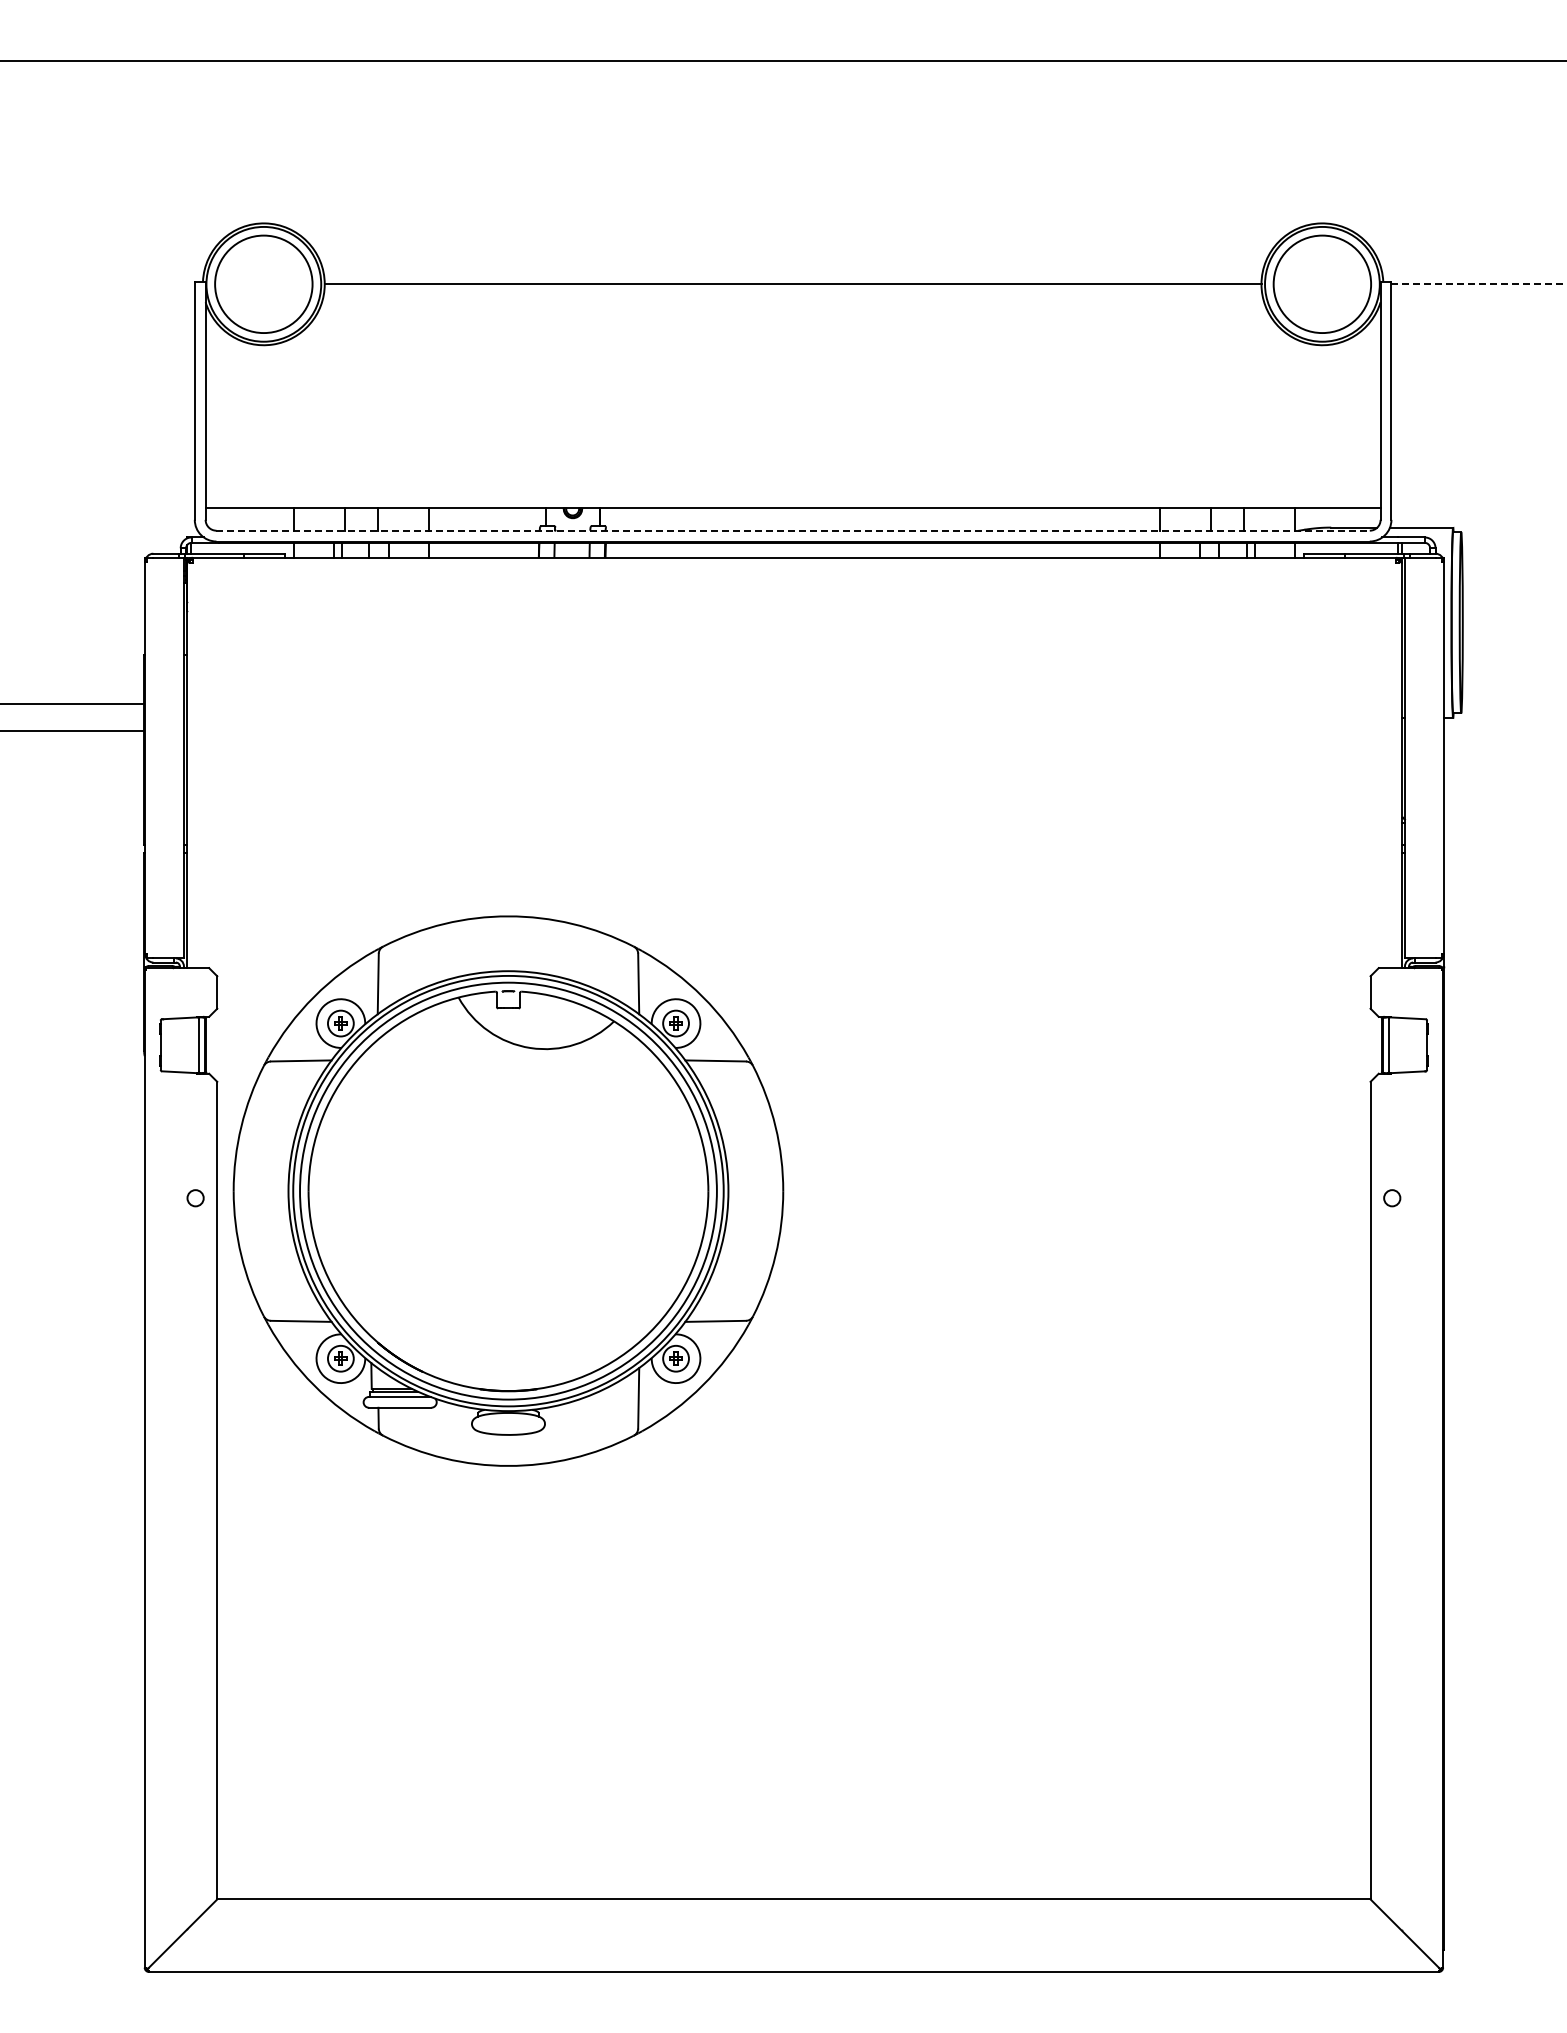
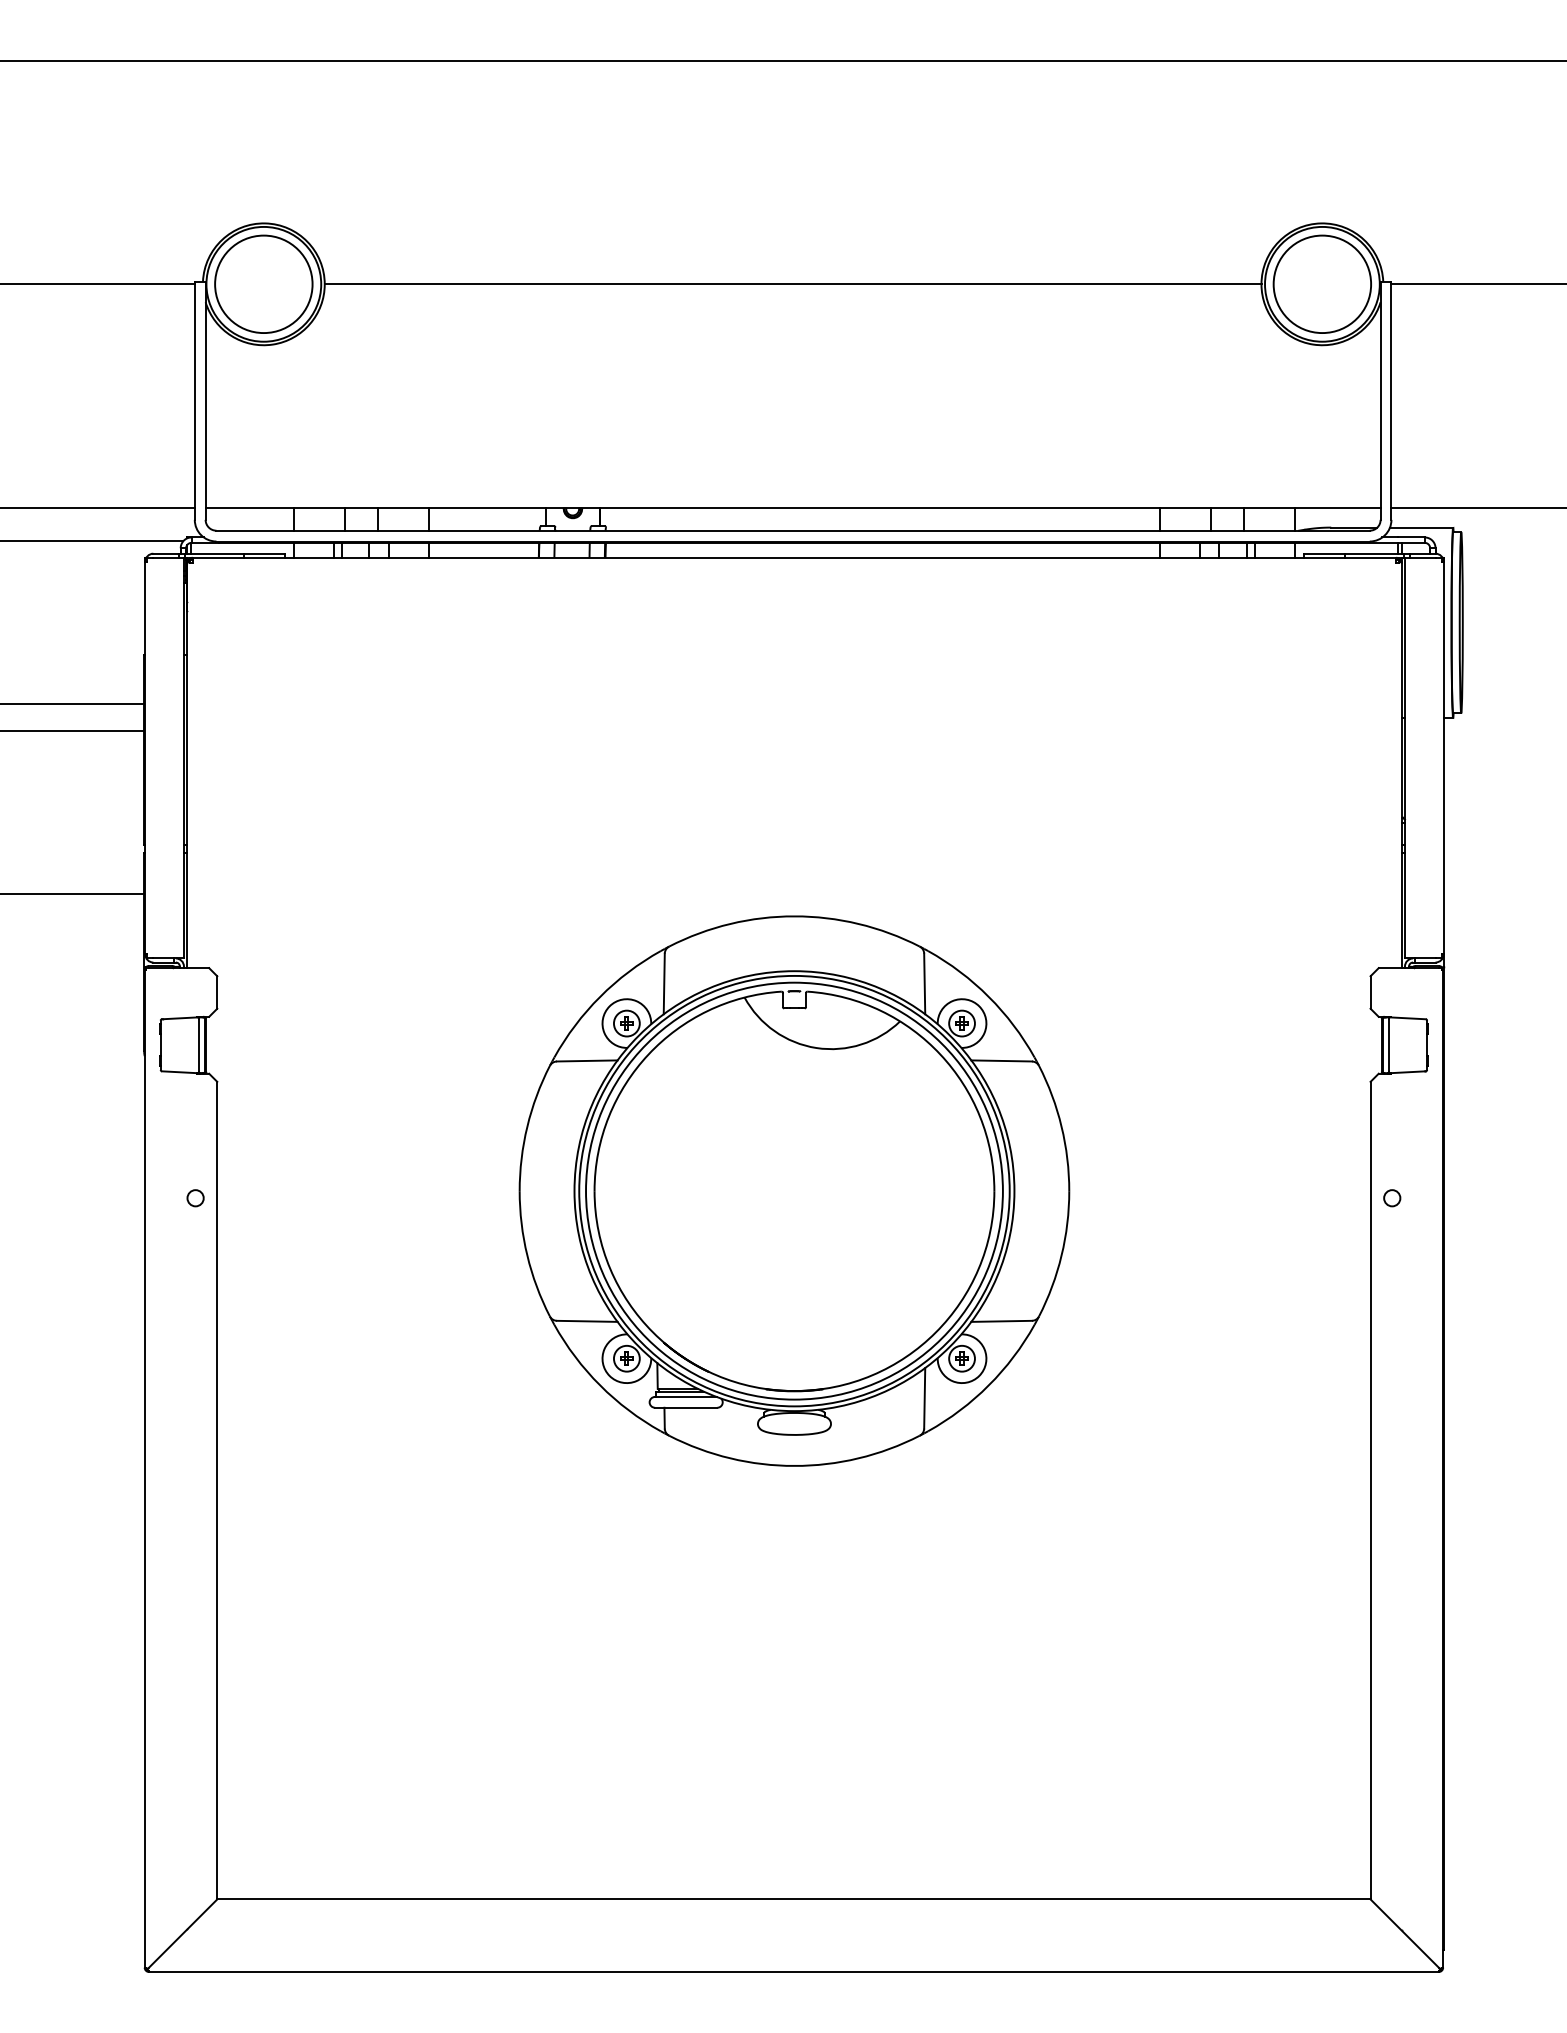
line at (98, 284): none -> present
line at (1479, 284): dashed -> solid
line at (98, 507): none -> present
line at (1477, 507): none -> present
line at (793, 530): dashed -> solid
line at (92, 541): none -> present
line at (73, 893): none -> present
part at (508, 1190) position: (508, 1190) -> (794, 1190)
